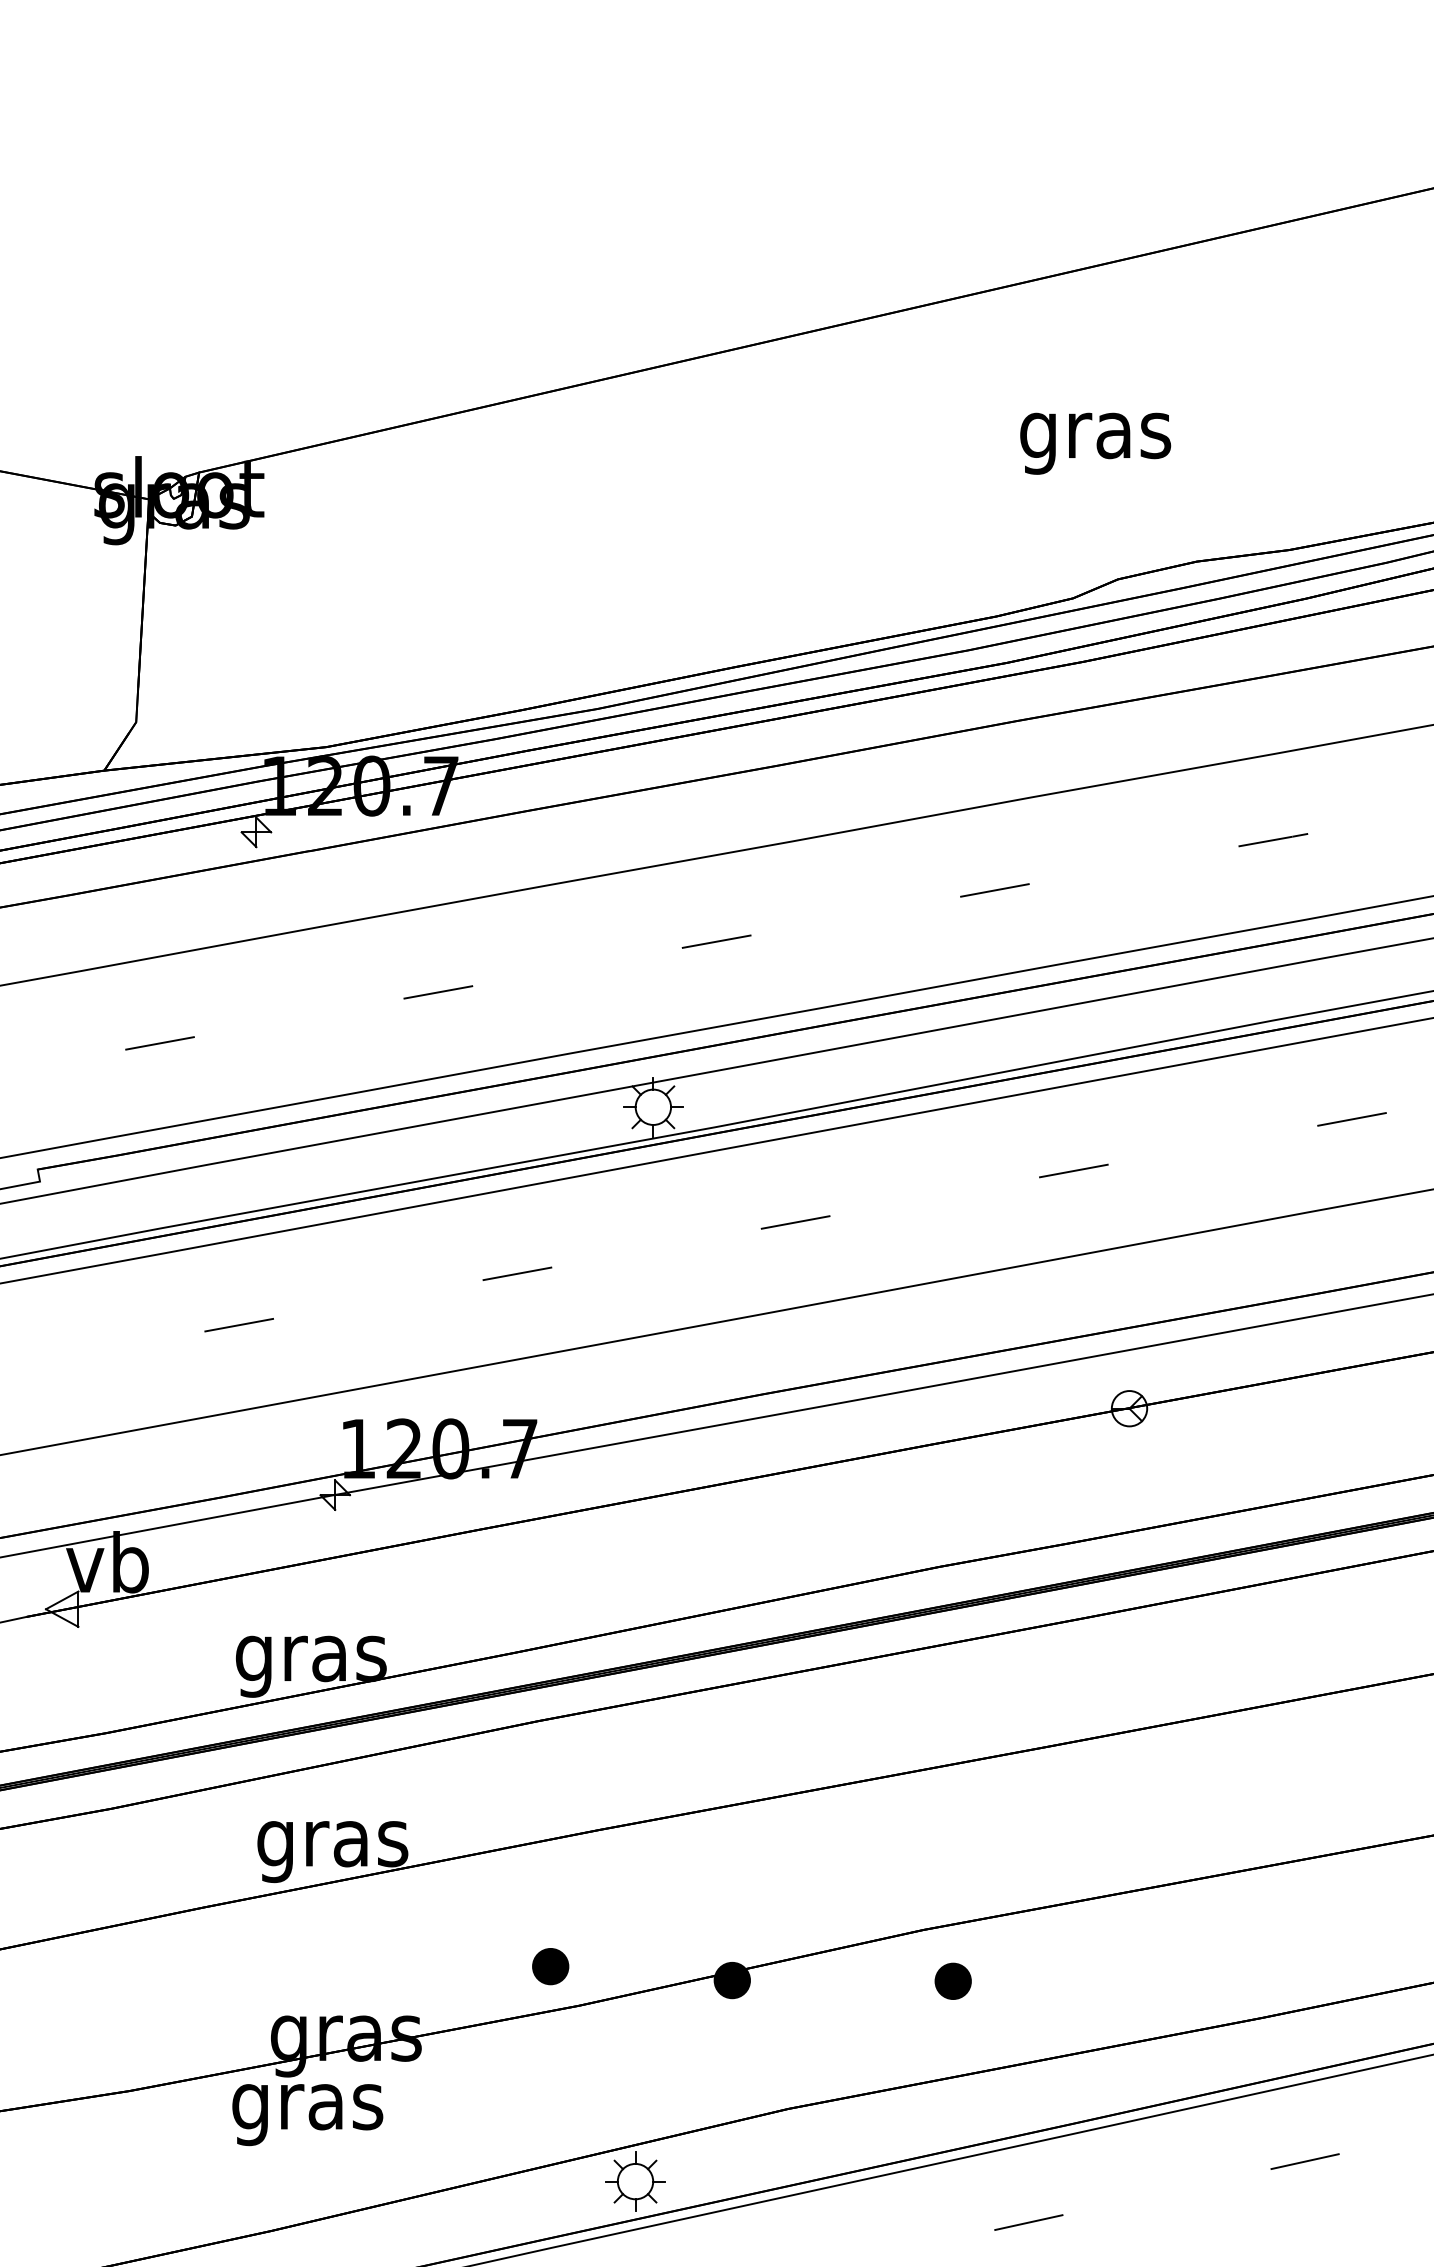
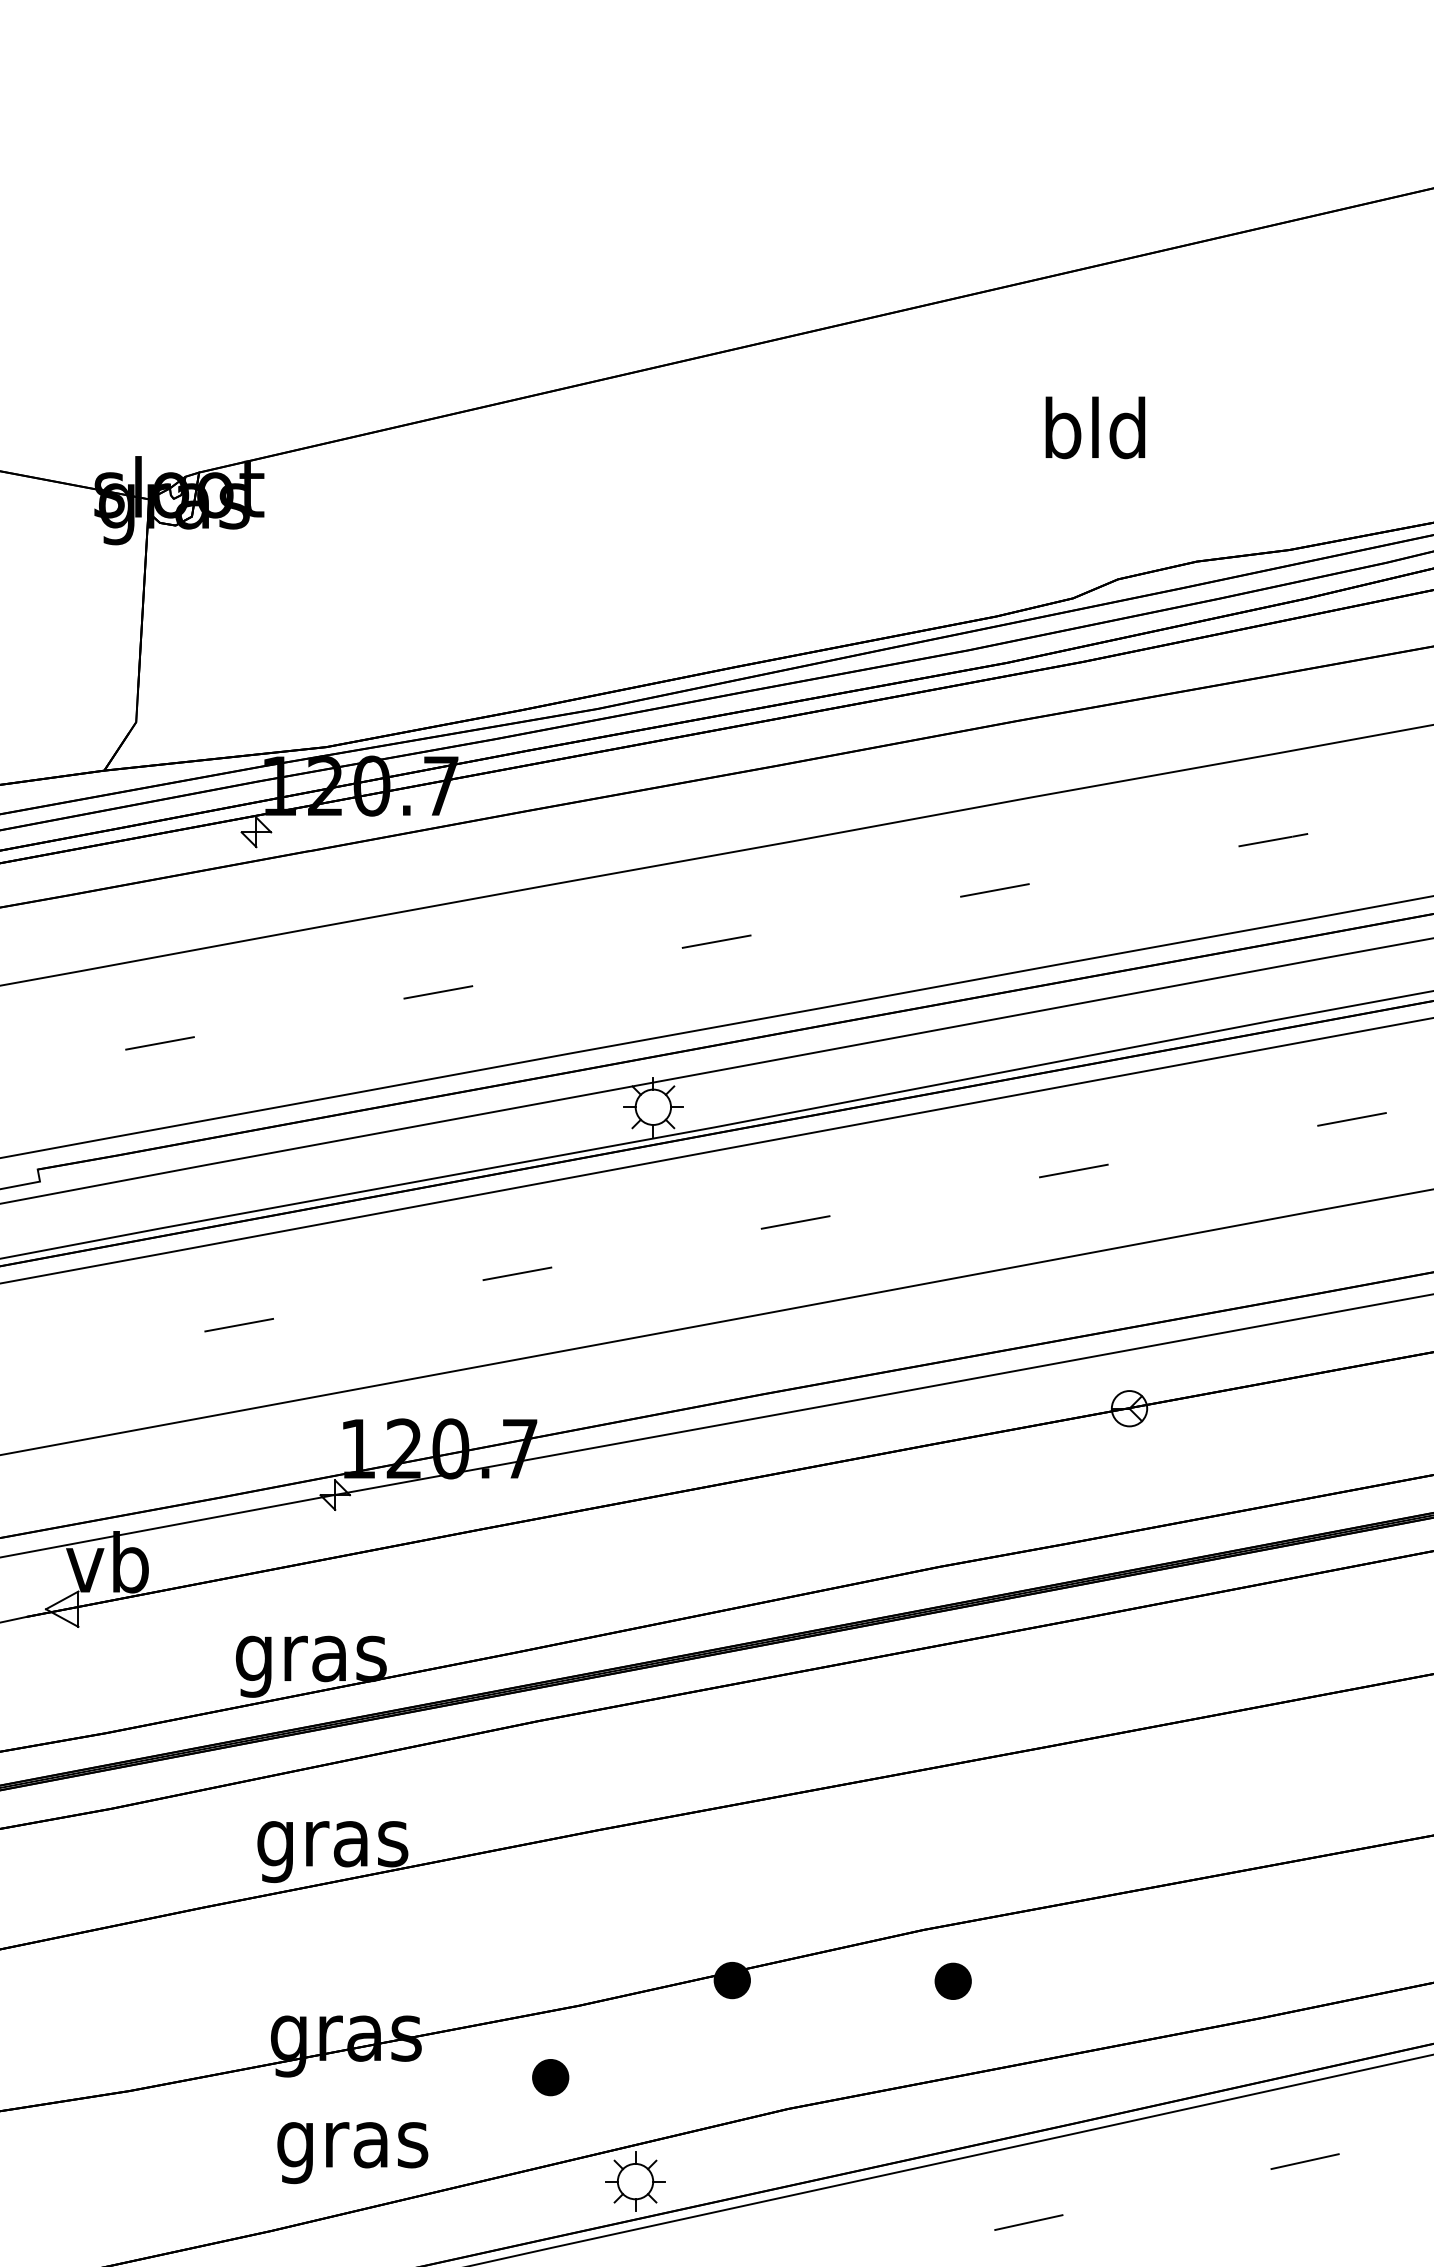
text at (1095, 435): gras -> bld
part at (550, 1966) position: (550, 1966) -> (550, 2077)
text at (307, 2115) position: (307, 2115) -> (352, 2153)
